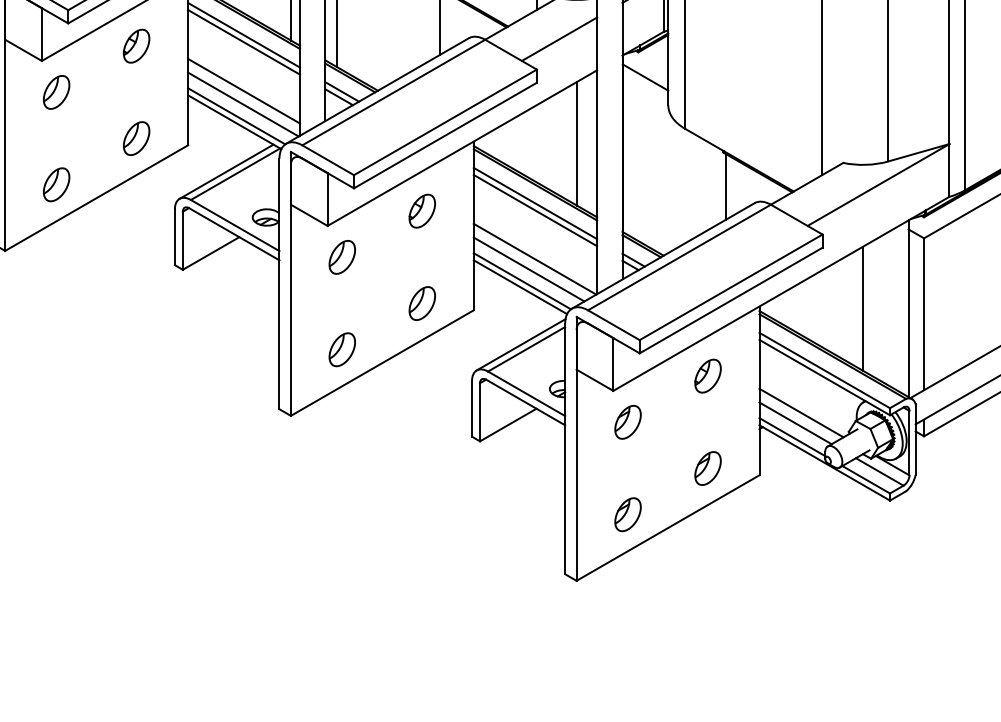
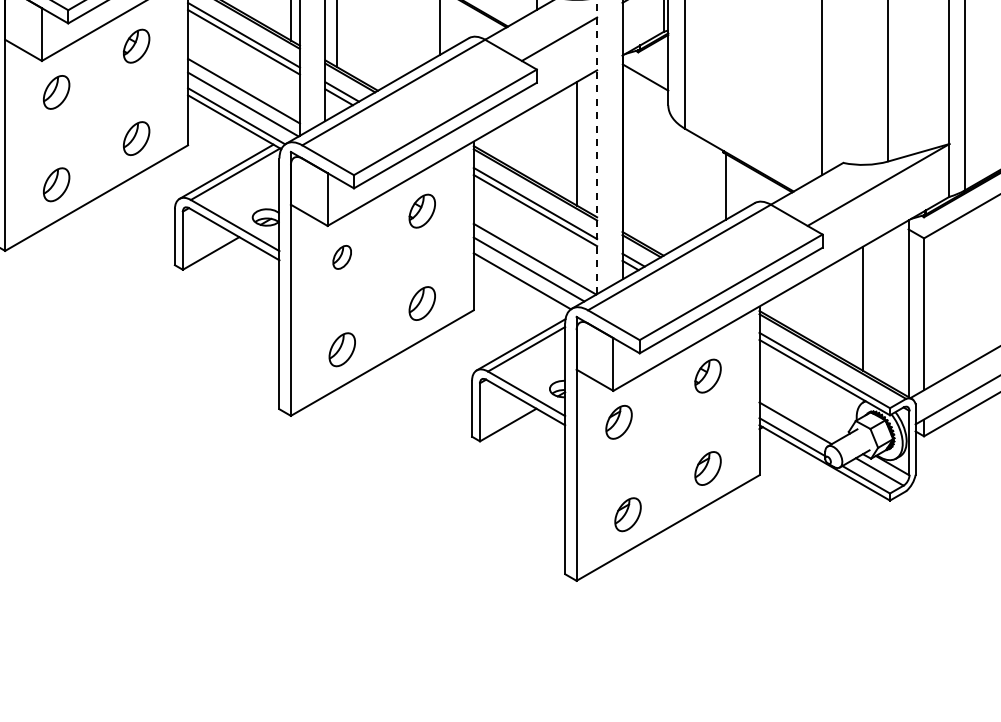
line at (597, 147): solid -> dashed
part at (341, 257) size: 28x35 px -> 20x25 px
line at (520, 287): present -> none
line at (801, 412): present -> none
part at (627, 422) position: (627, 422) -> (618, 422)
